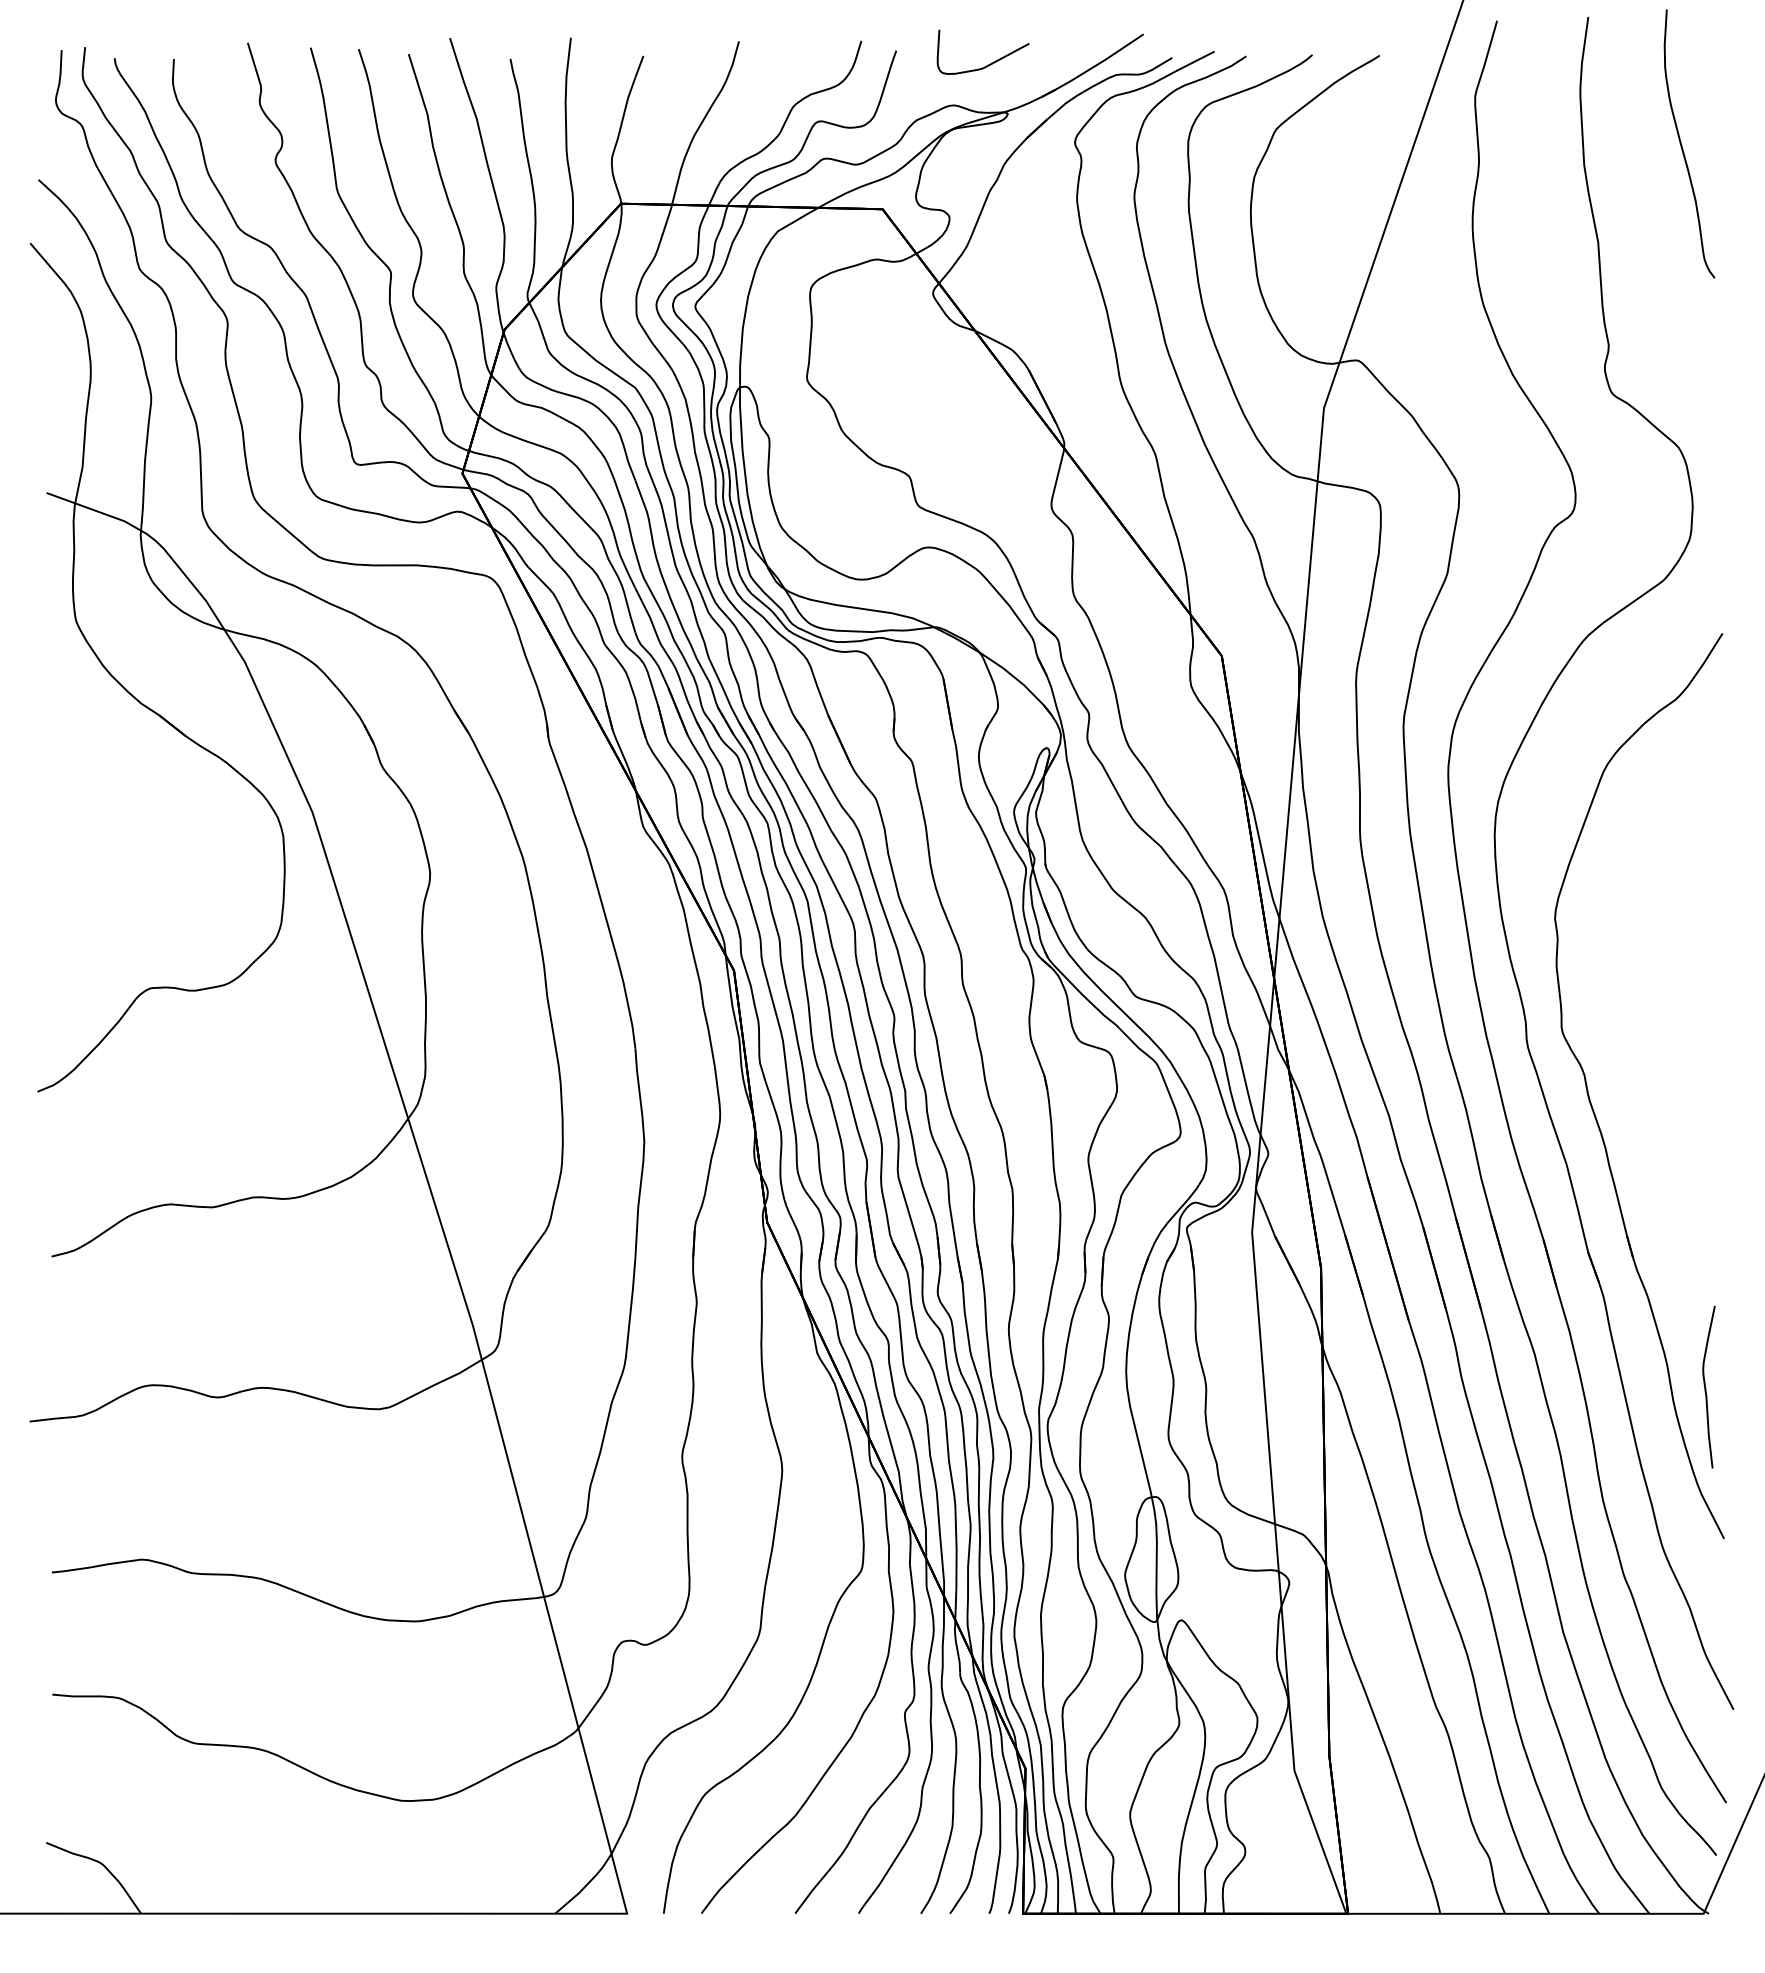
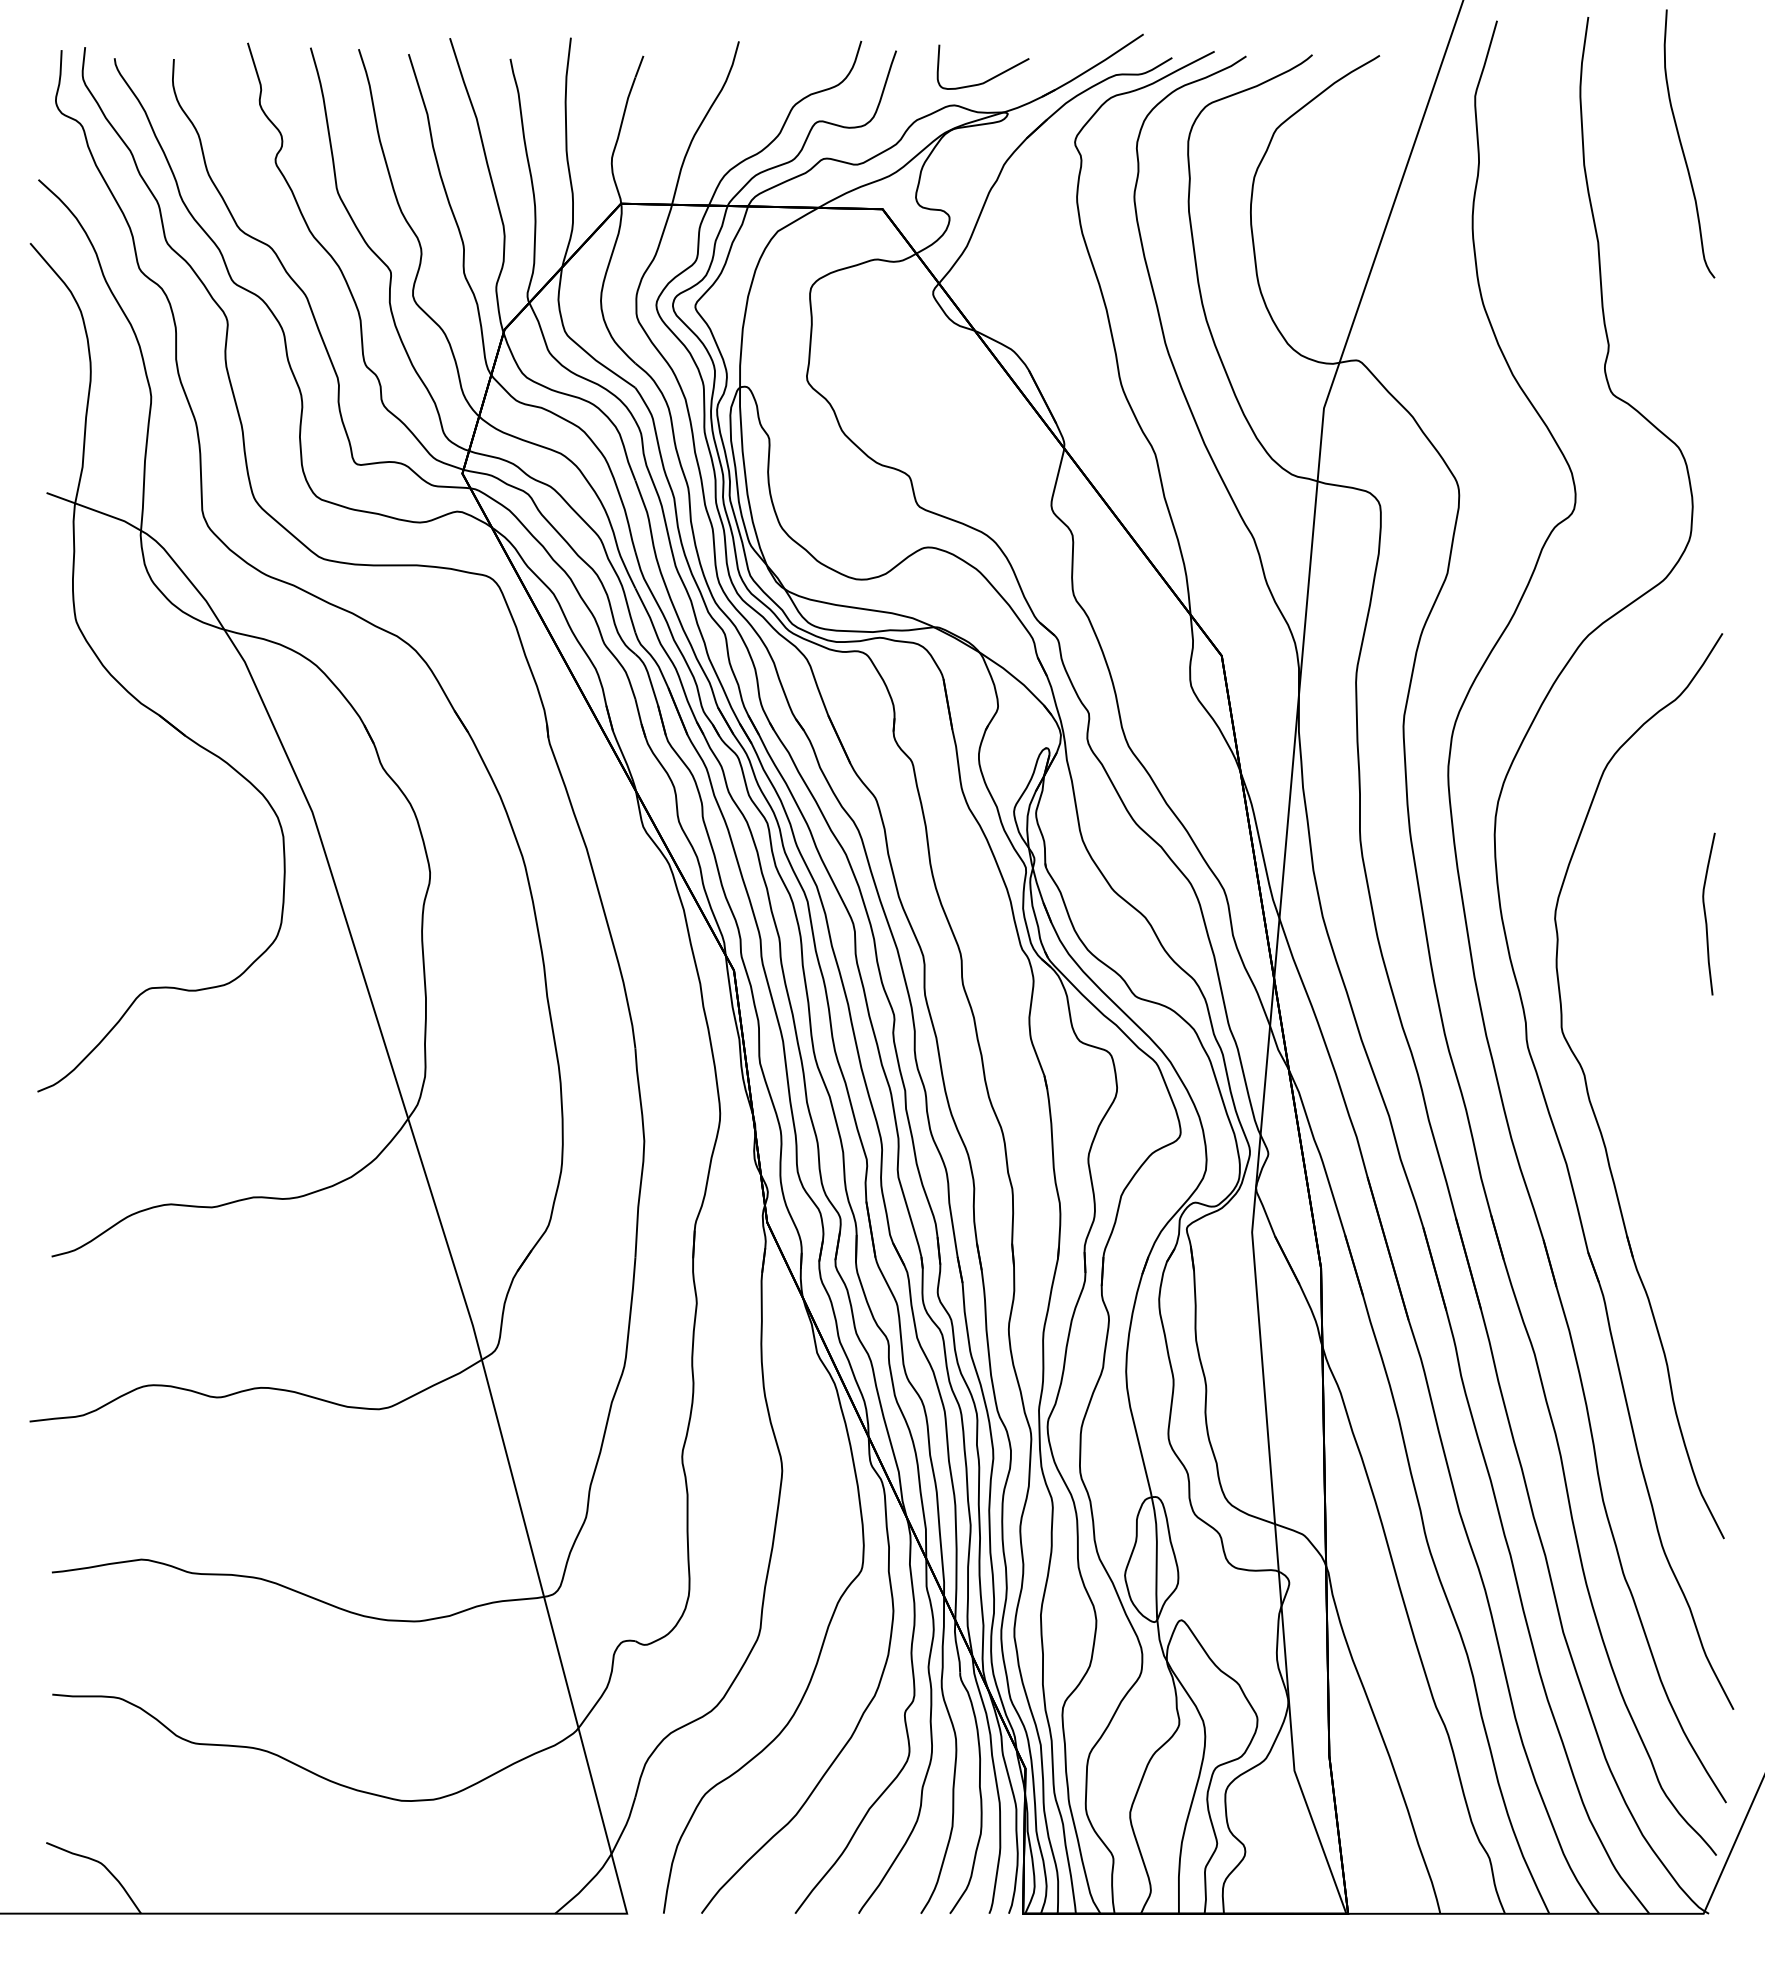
curve at (991, 62) position: (991, 62) -> (991, 77)
curve at (1706, 1388) position: (1706, 1388) -> (1706, 915)
